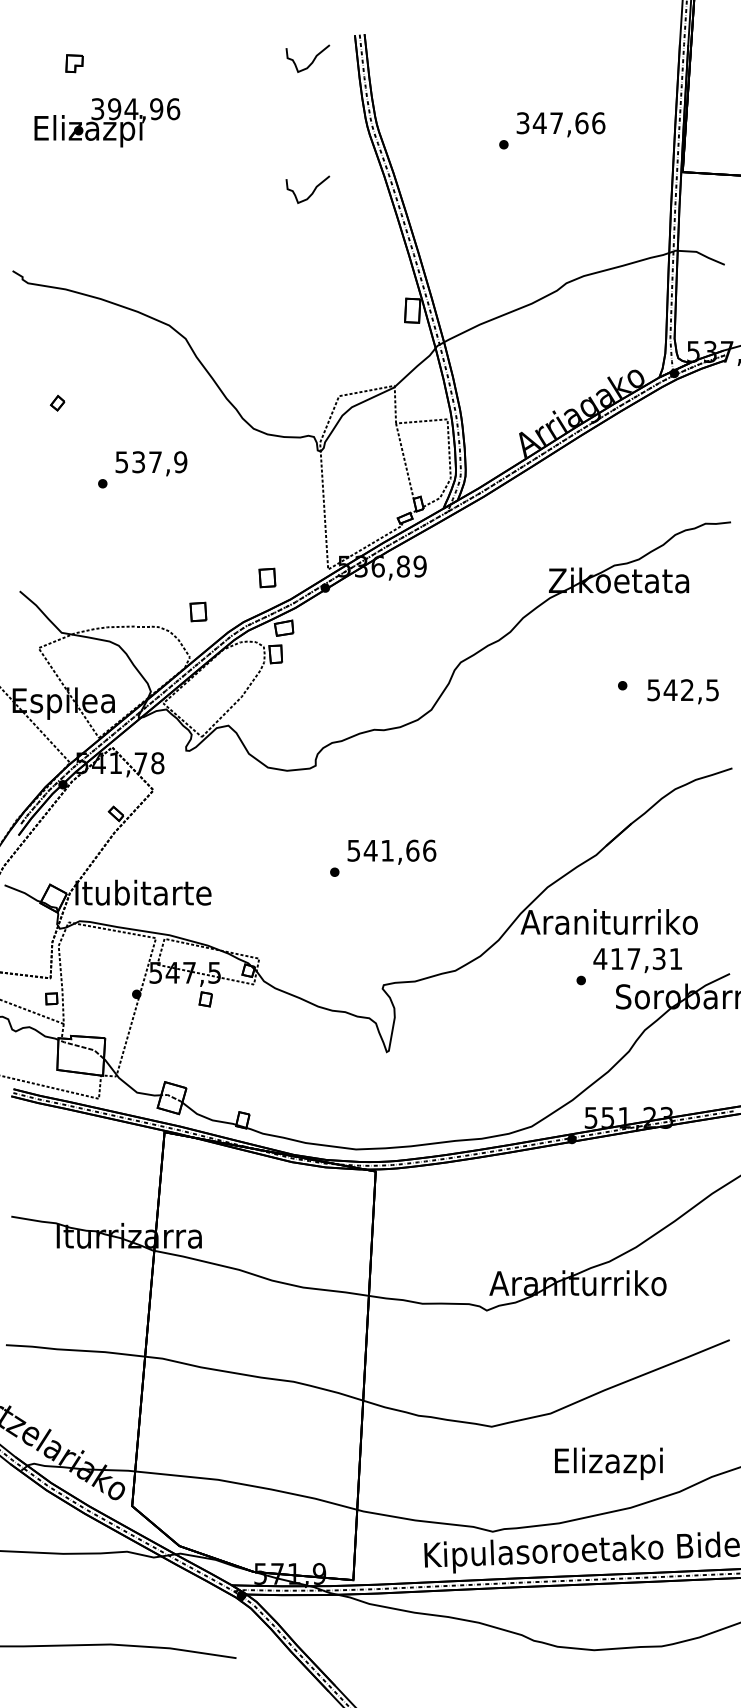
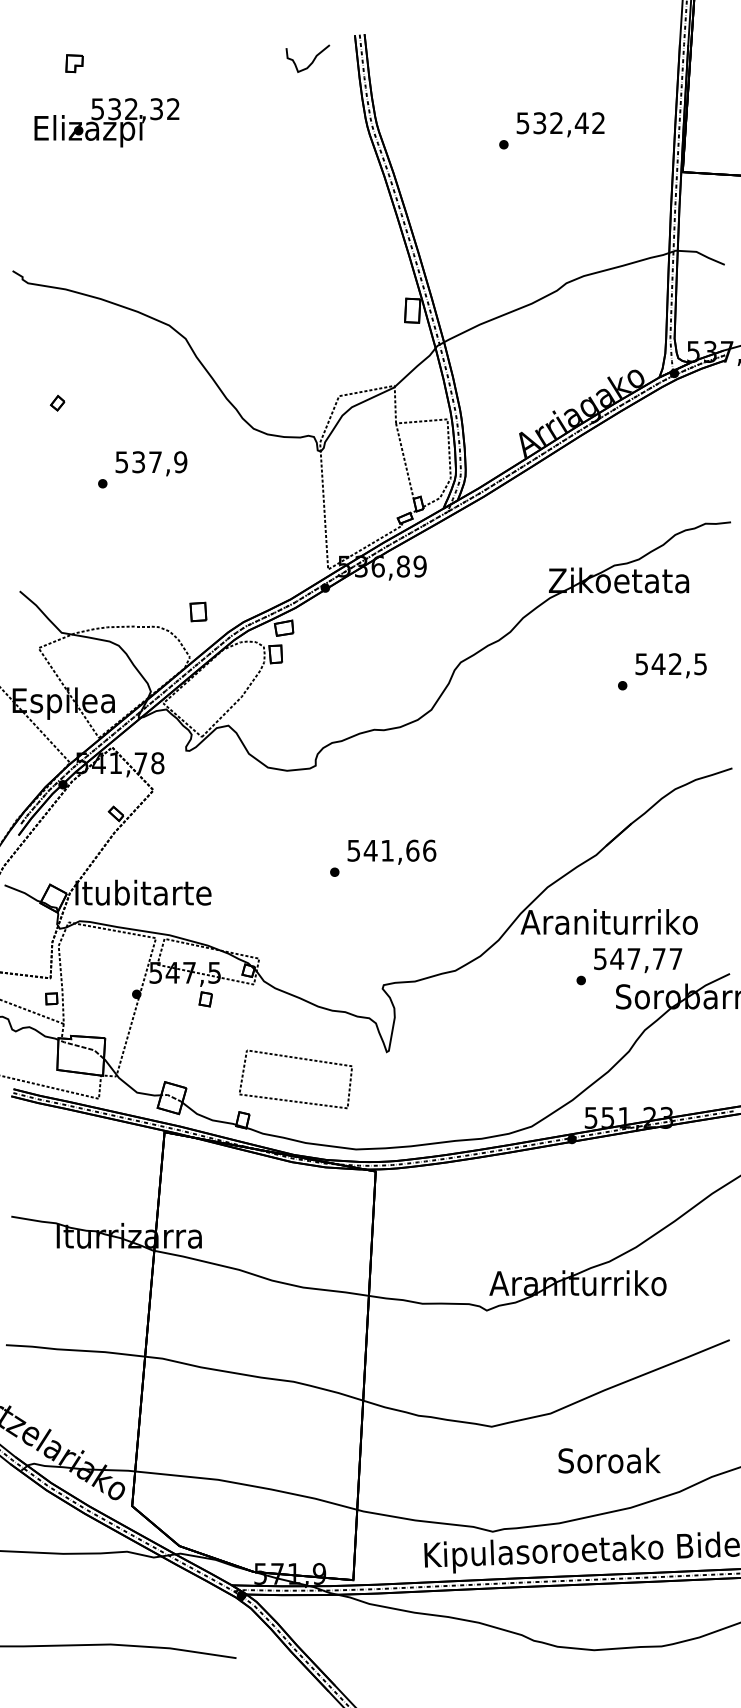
text at (136, 109): 394,96 -> 532,32
text at (561, 123): 347,66 -> 532,42
curve at (312, 191): present -> none
part at (267, 577): present -> none
text at (682, 691) position: (682, 691) -> (670, 665)
text at (637, 959): 417,31 -> 547,77
part at (299, 1059): none -> present
text at (608, 1463): Elizazpi -> Soroak
